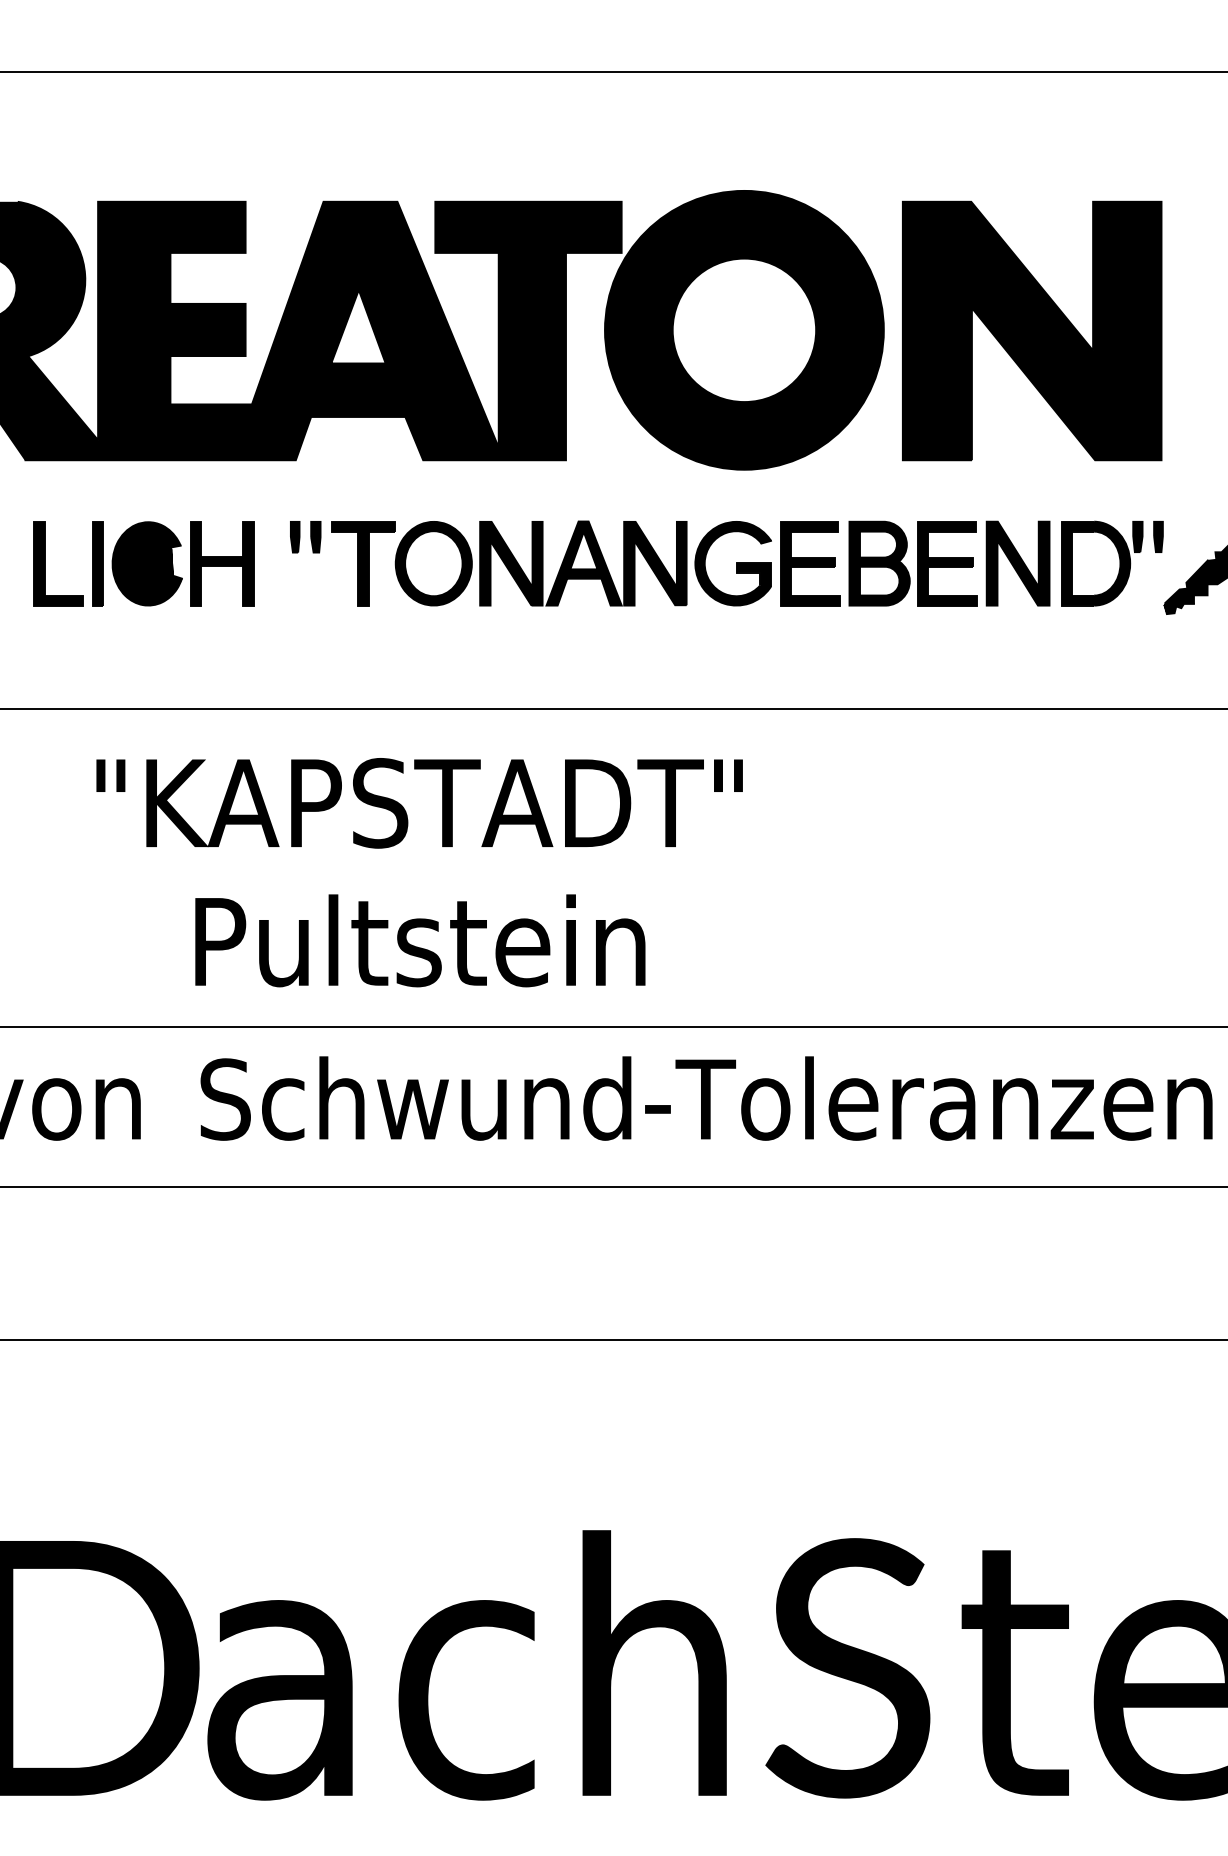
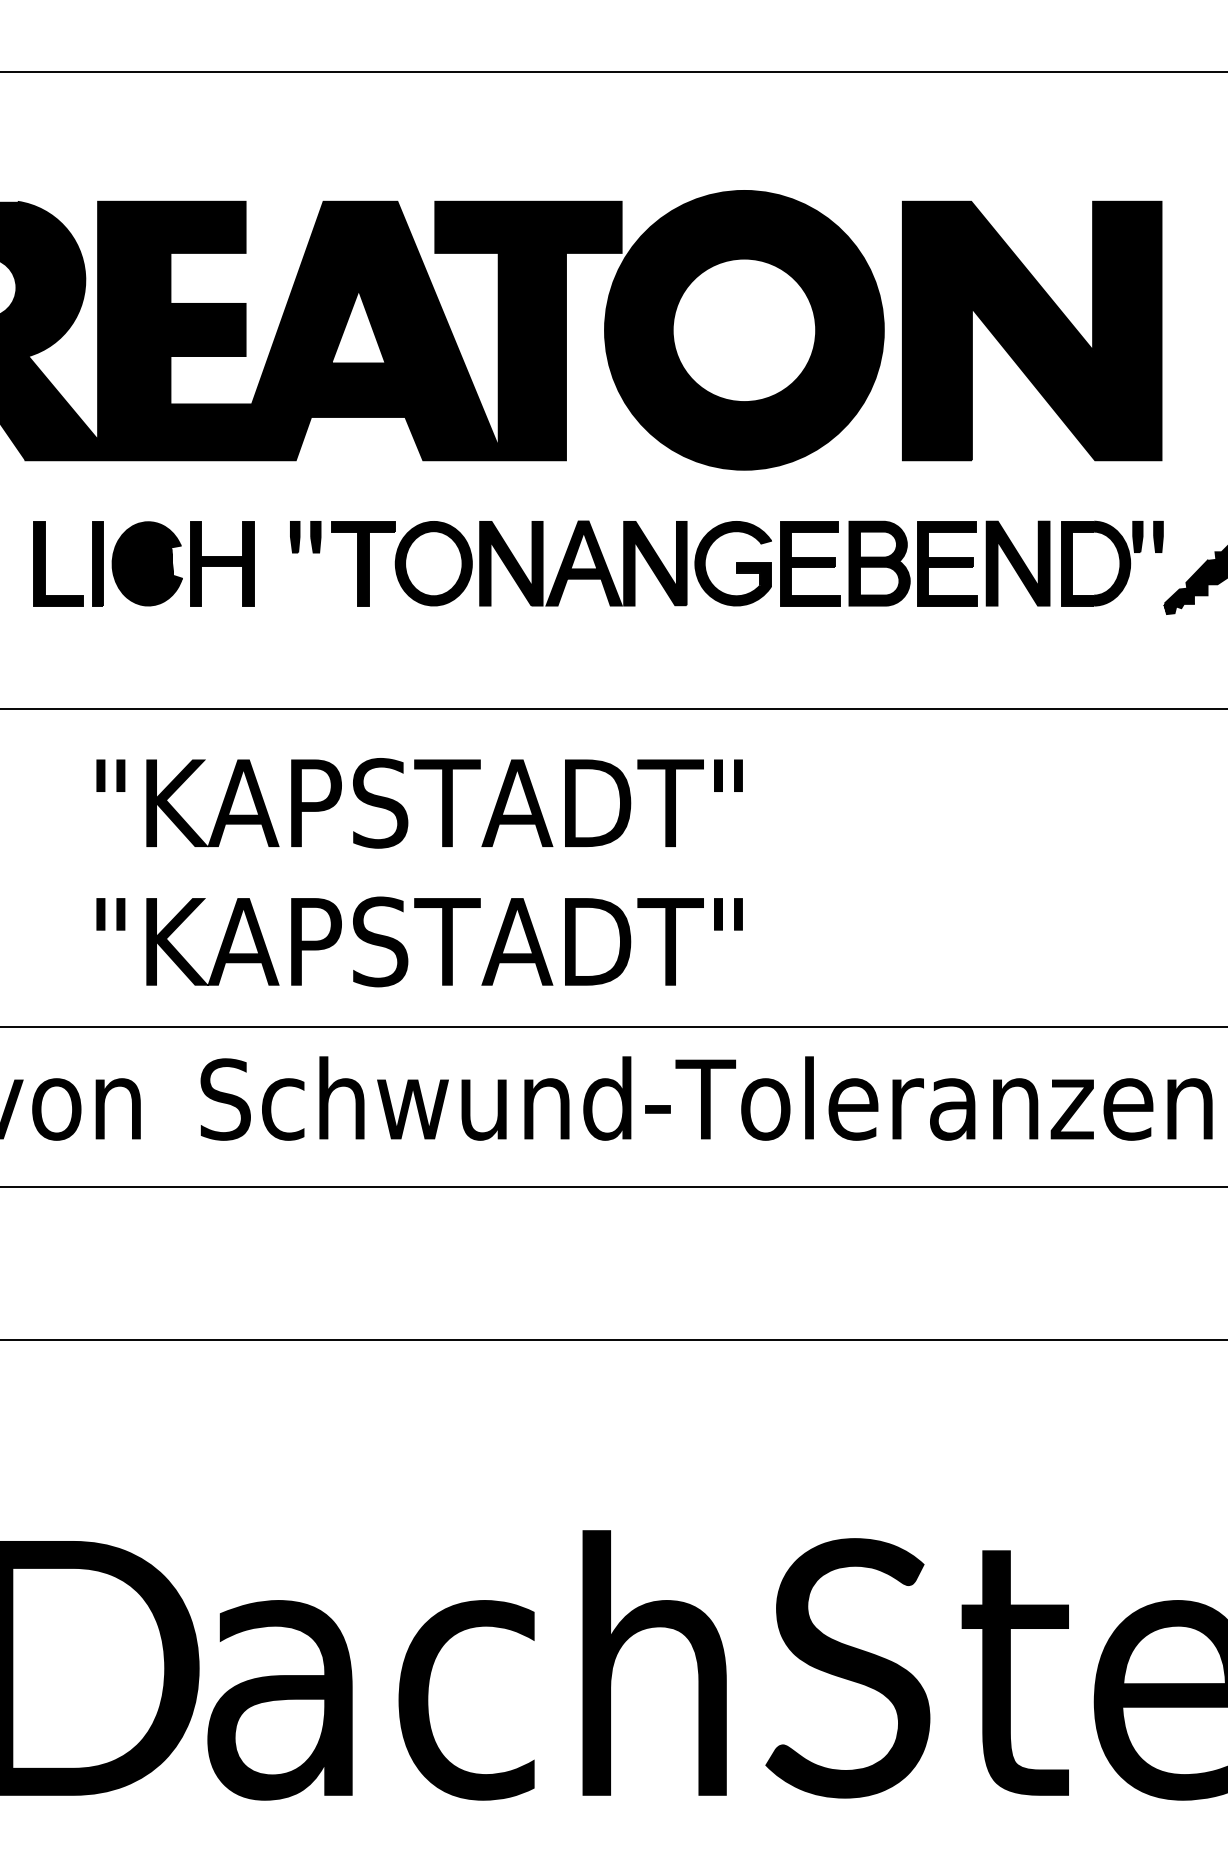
text at (419, 940): Pultstein -> "KAPSTADT"
